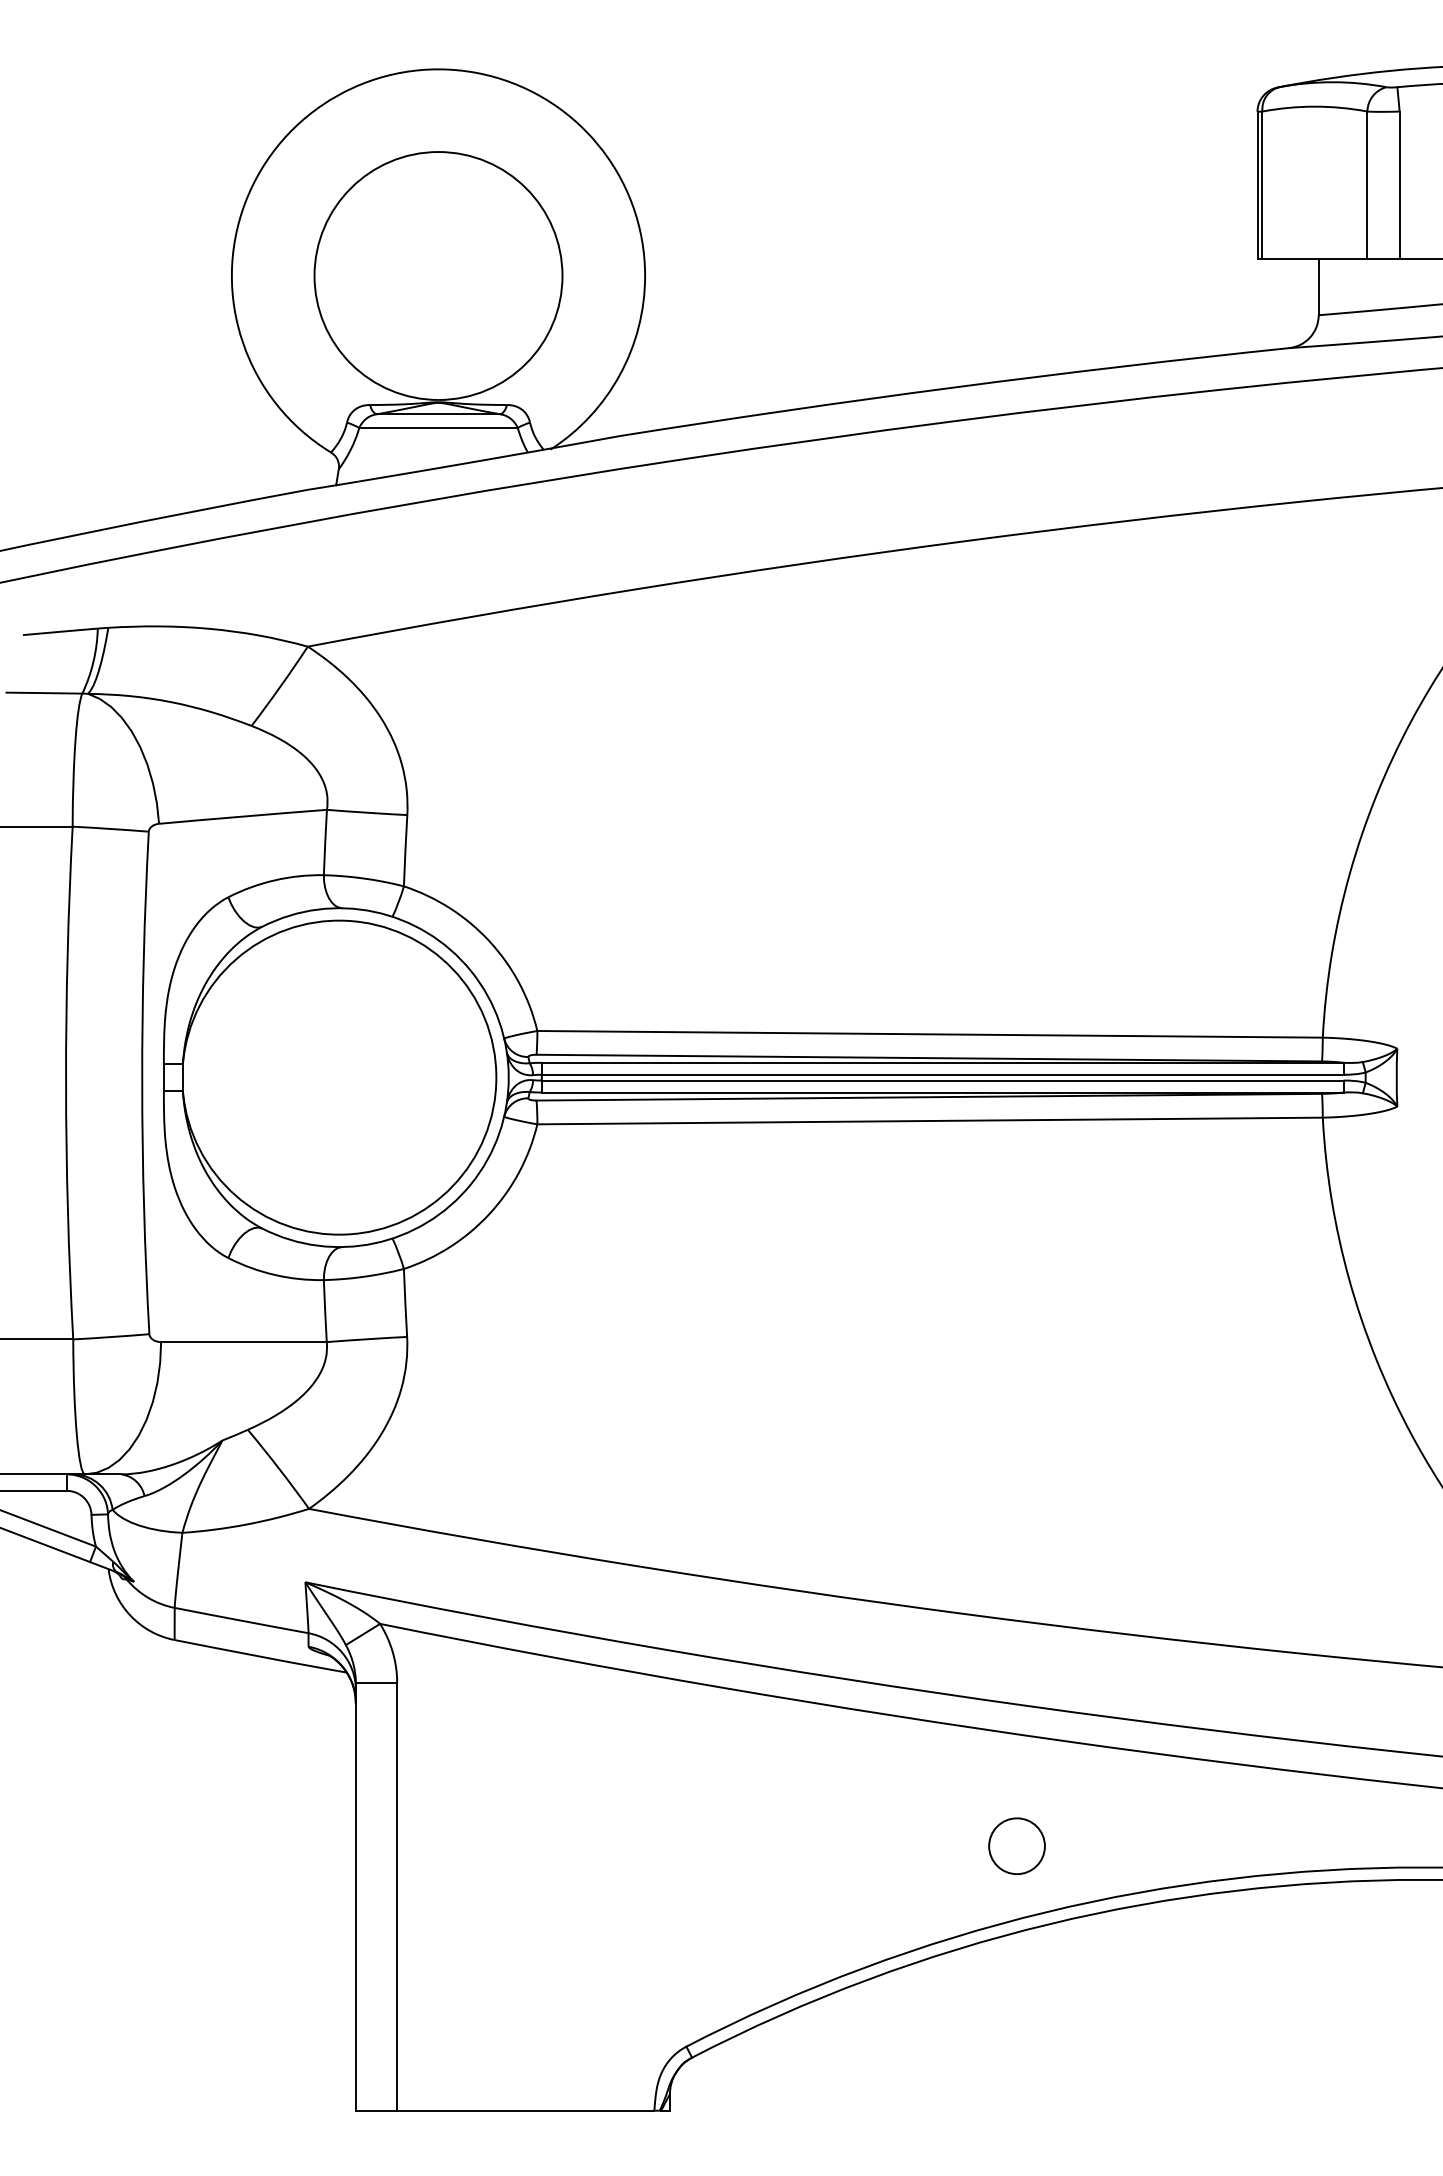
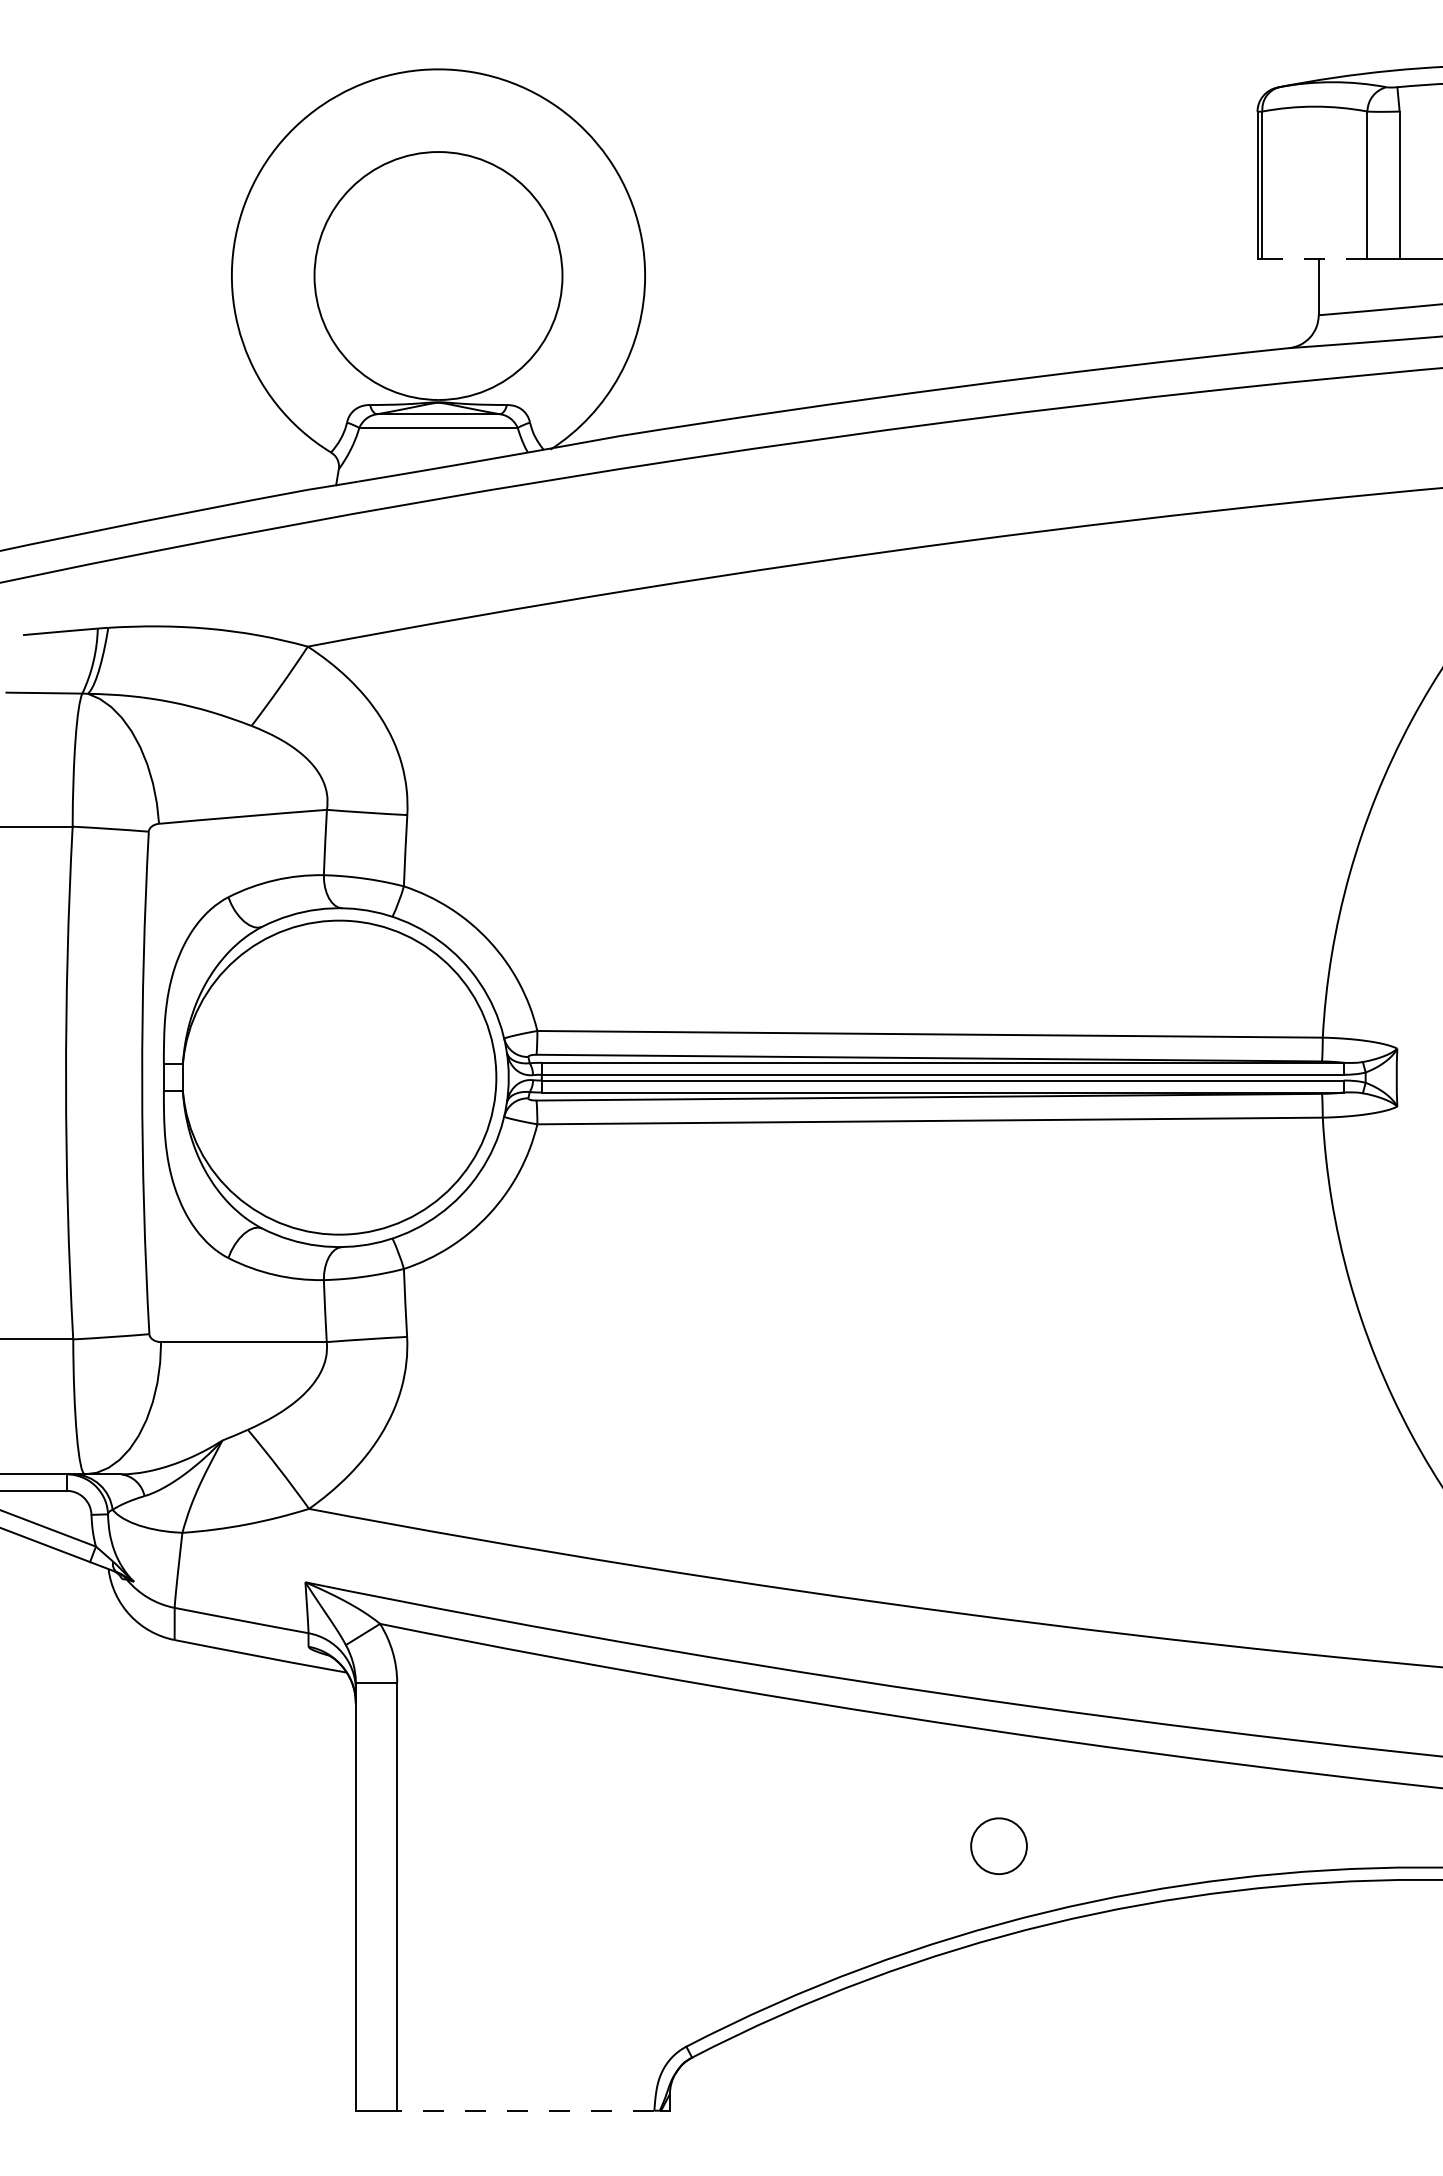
line at (1315, 259): solid -> dashed
circle at (1016, 1845) position: (1016, 1845) -> (998, 1845)
line at (525, 2110): solid -> dashed
